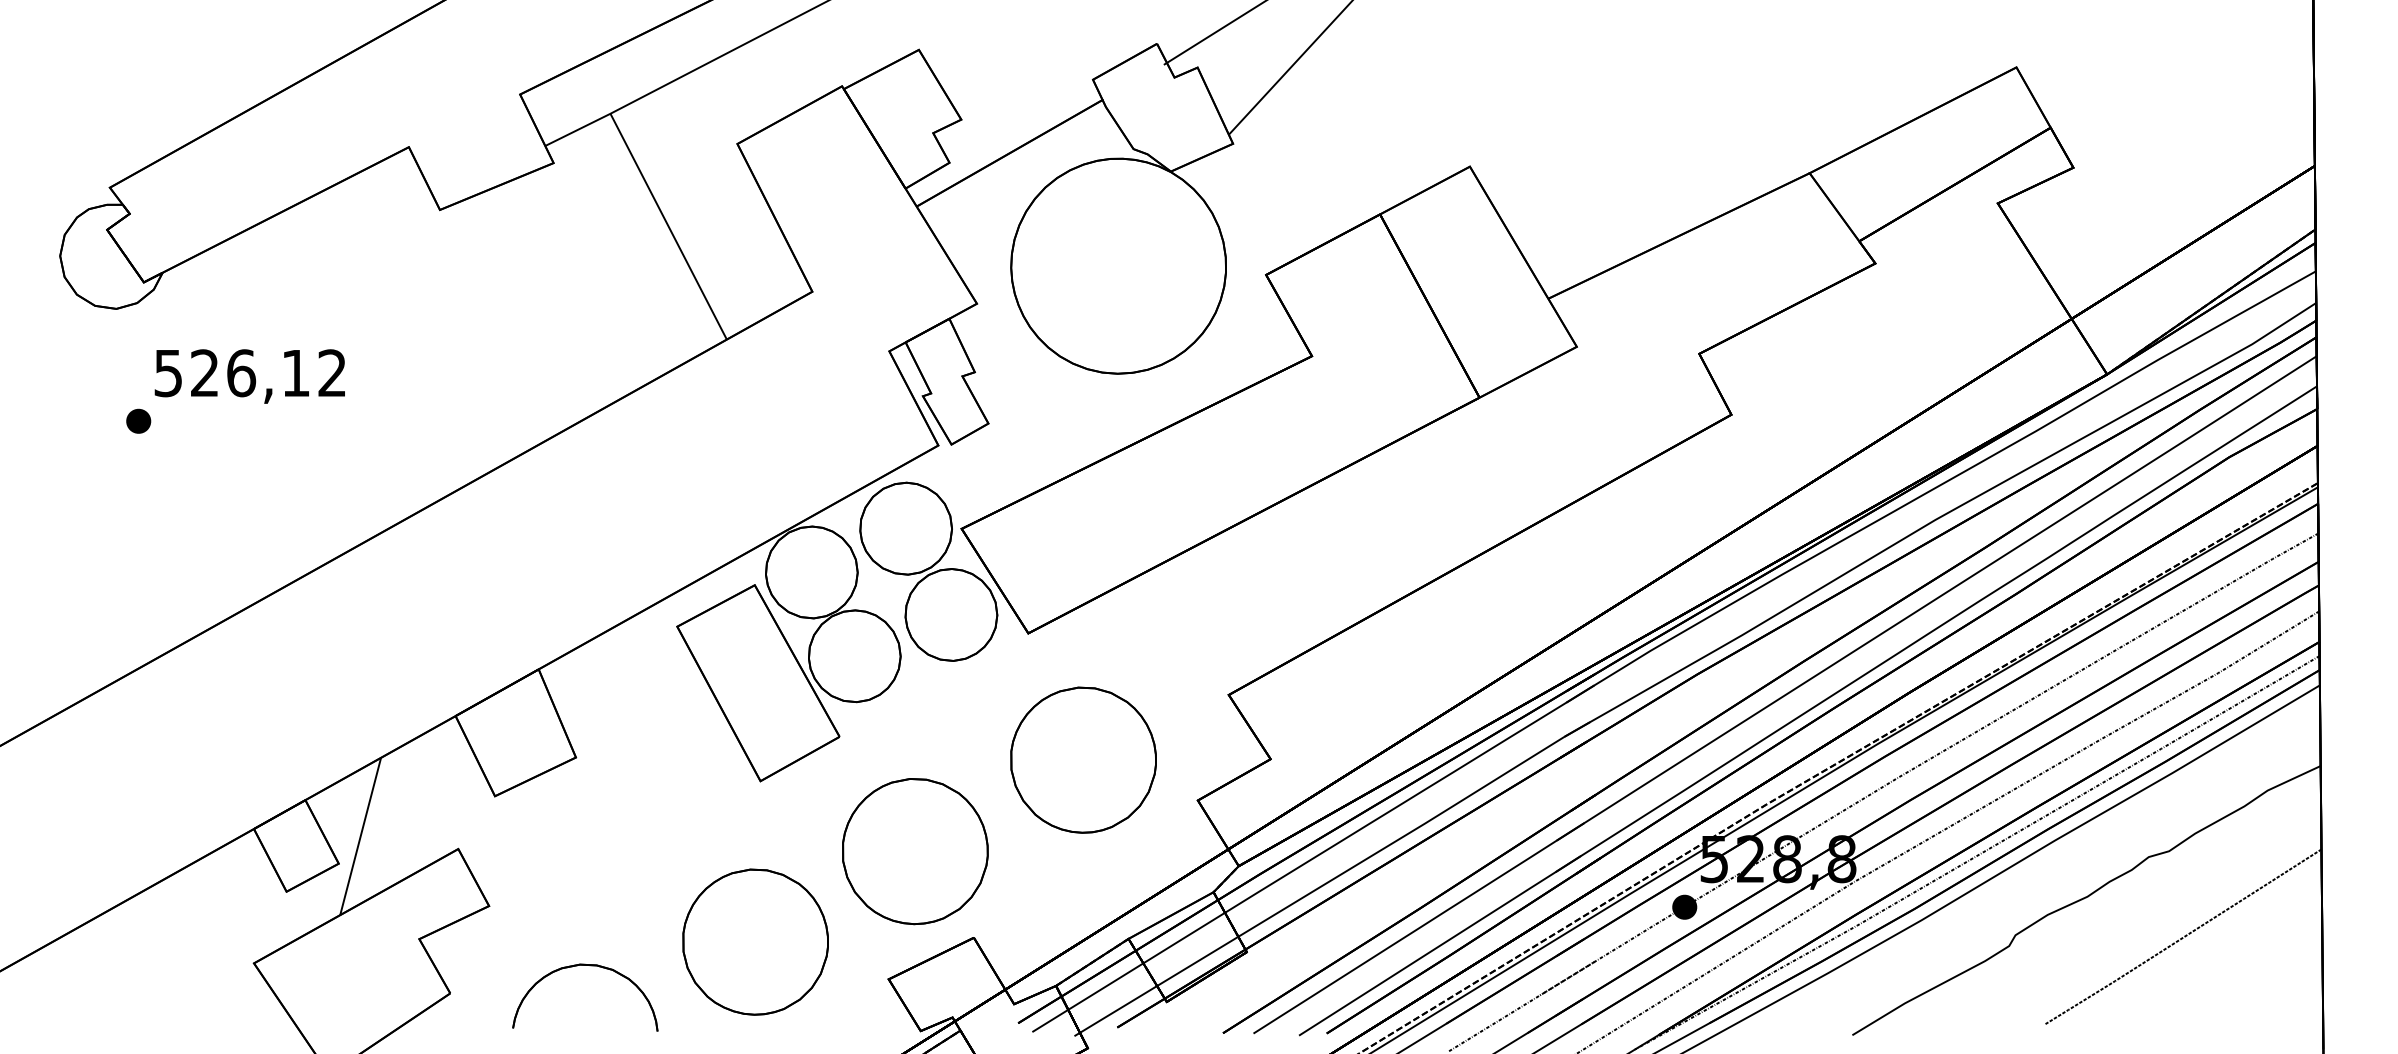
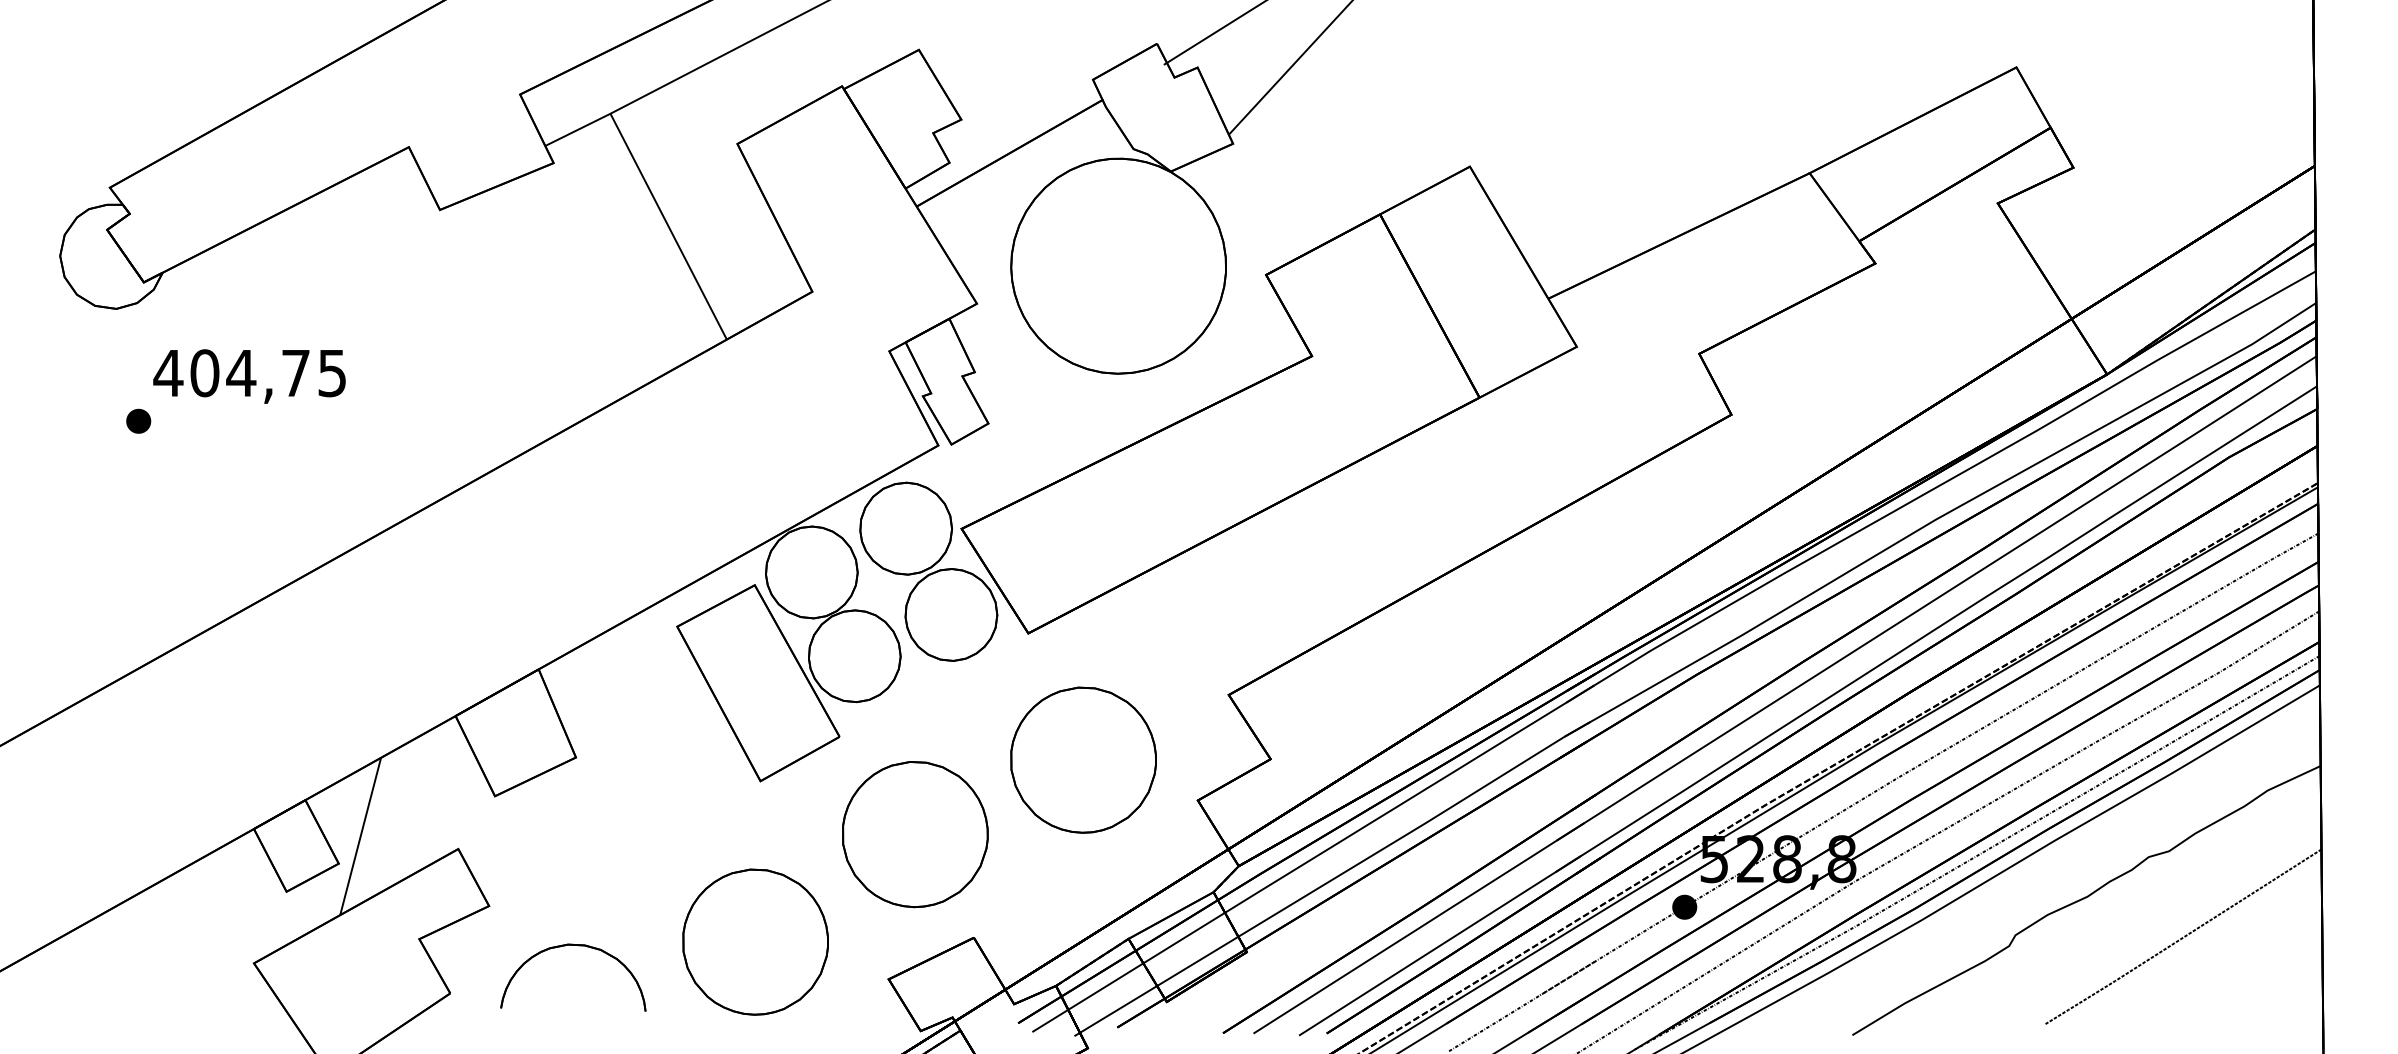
text at (249, 373): 526,12 -> 404,75
part at (915, 851) position: (915, 851) -> (915, 834)
part at (590, 966) position: (590, 966) -> (578, 946)
